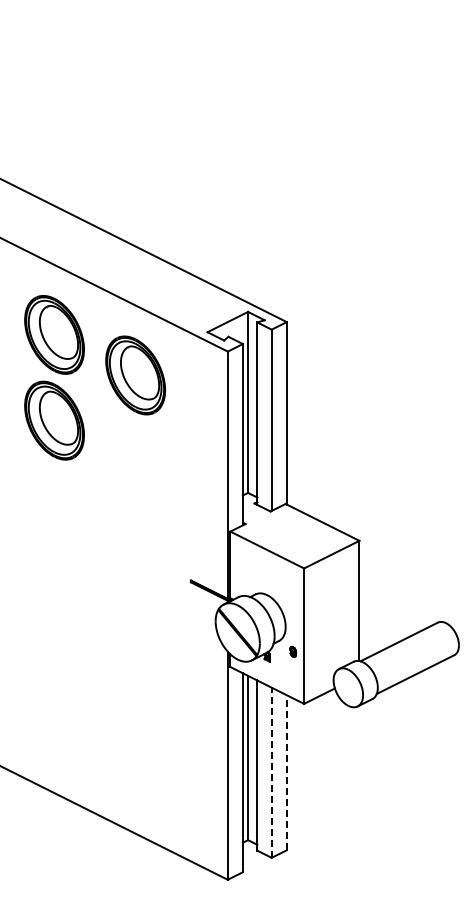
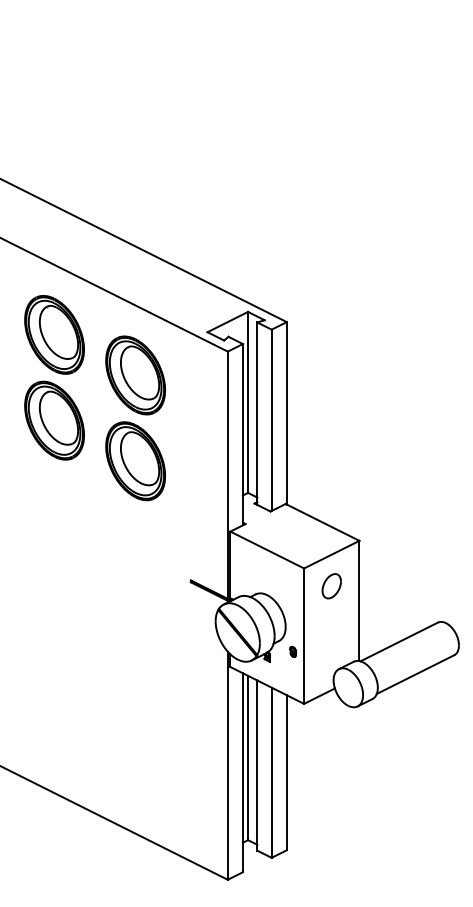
part at (135, 461): none -> present
part at (331, 586): none -> present
line at (271, 772): dashed -> solid
line at (286, 772): dashed -> solid
